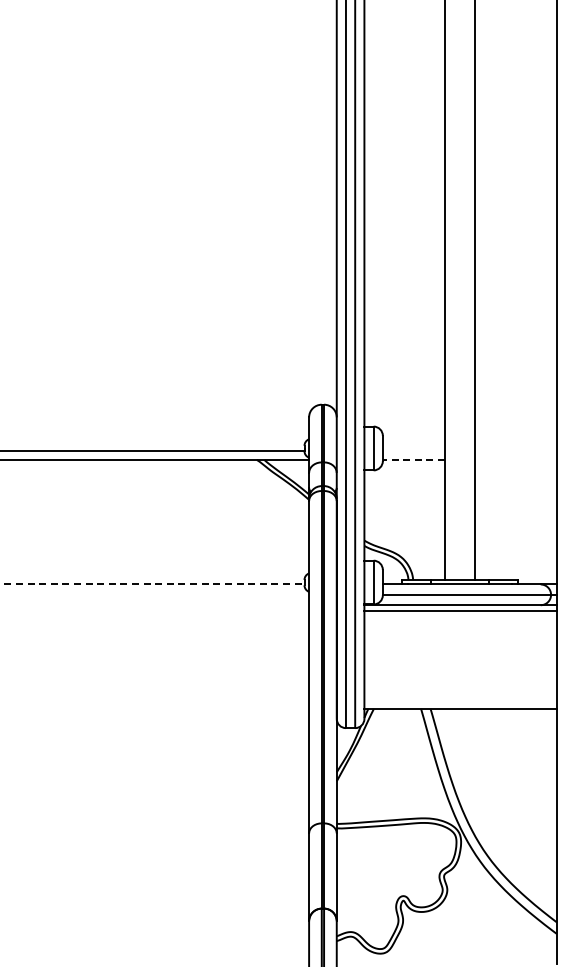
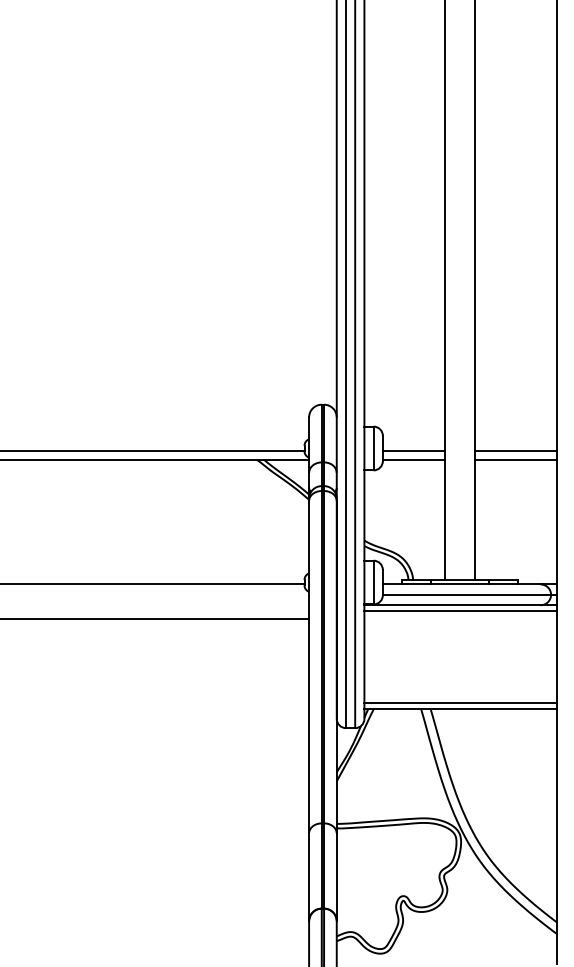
line at (413, 450): none -> present
line at (515, 450): none -> present
line at (413, 460): dashed -> solid
line at (515, 460): none -> present
line at (152, 584): dashed -> solid
line at (155, 618): none -> present
line at (460, 703): none -> present
